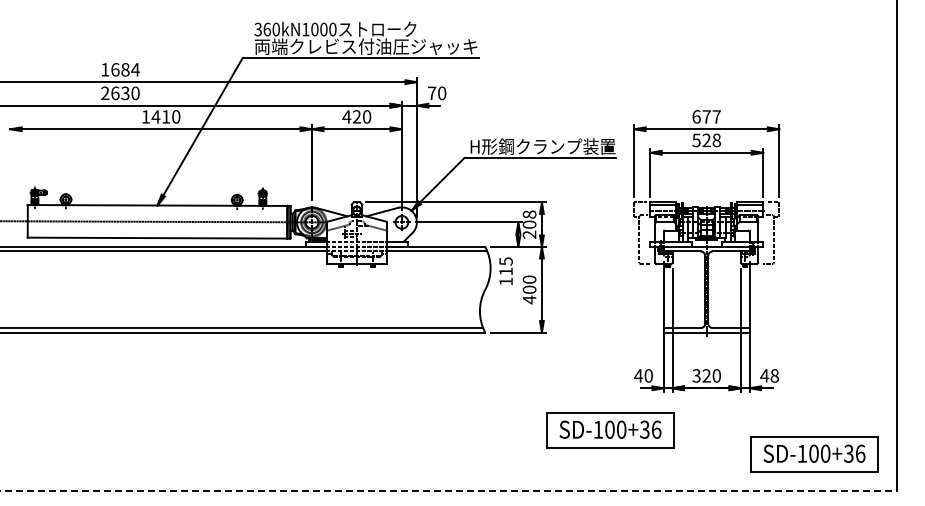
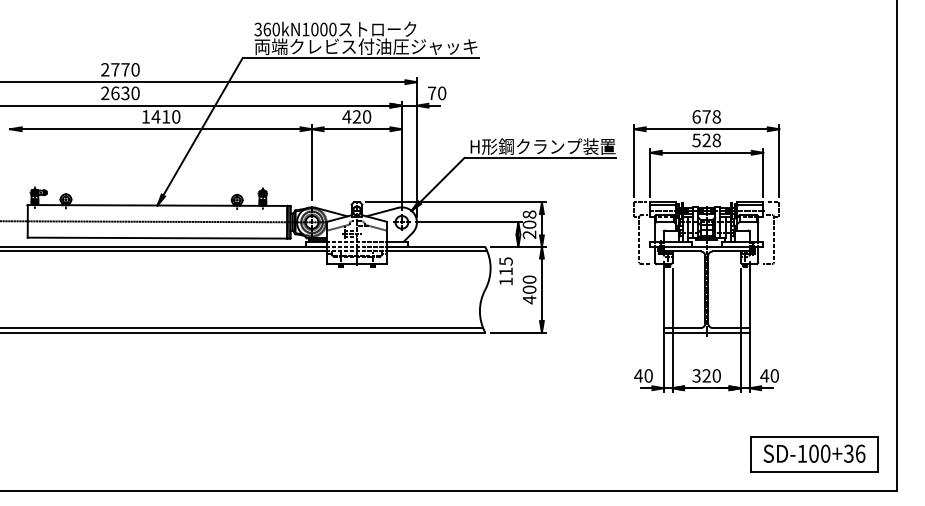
text at (120, 69): 1684 -> 2770
text at (716, 116): 677 -> 678
text at (774, 375): 48 -> 40
part at (610, 430): present -> none
line at (449, 490): dashed -> solid
